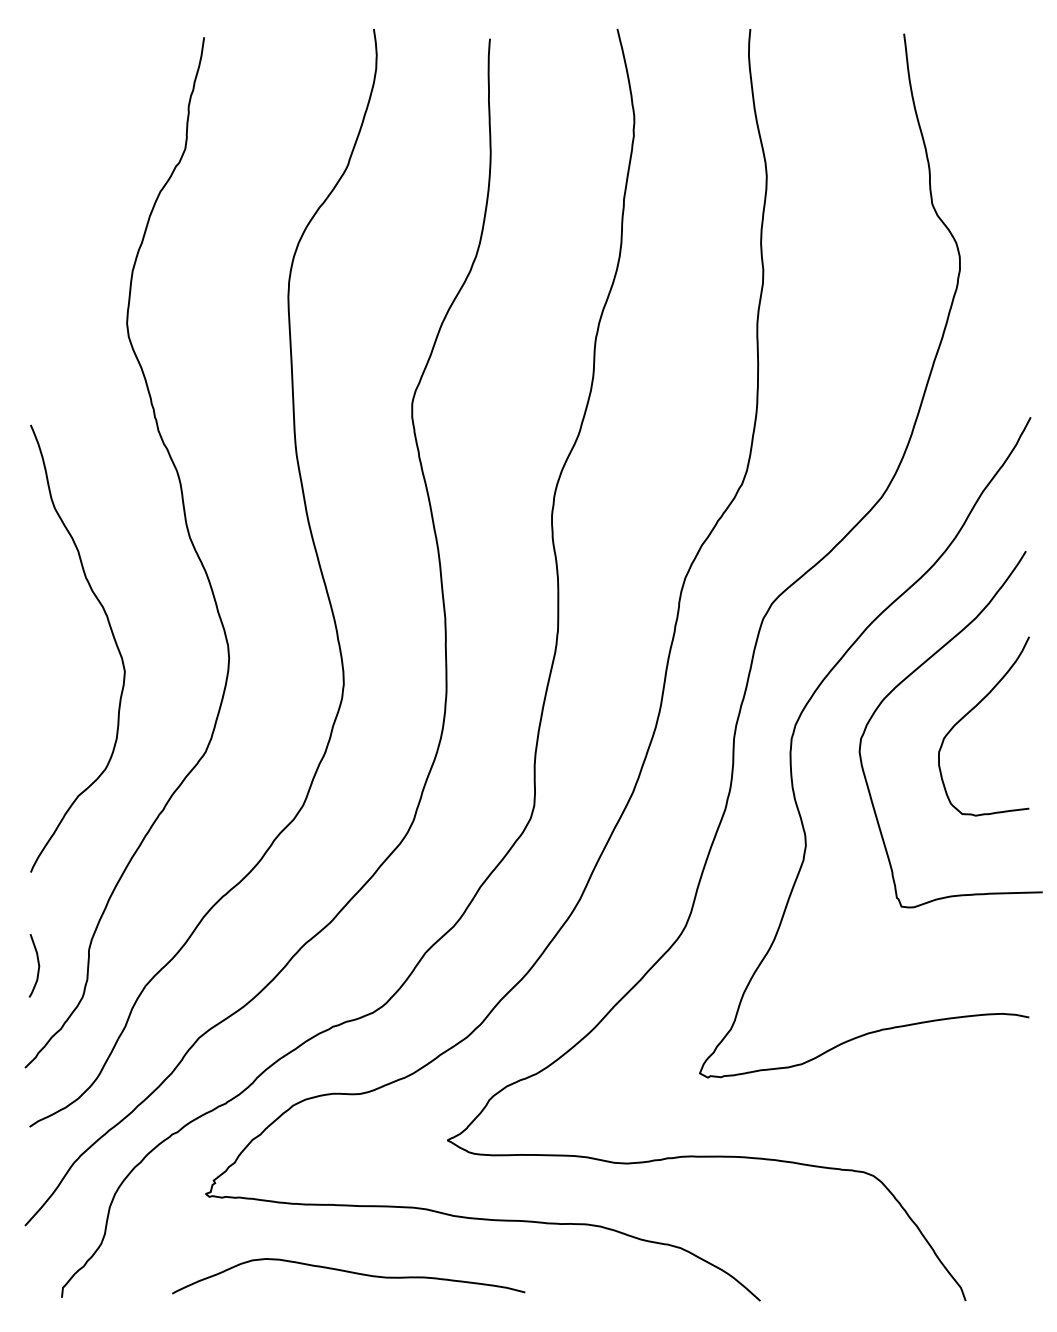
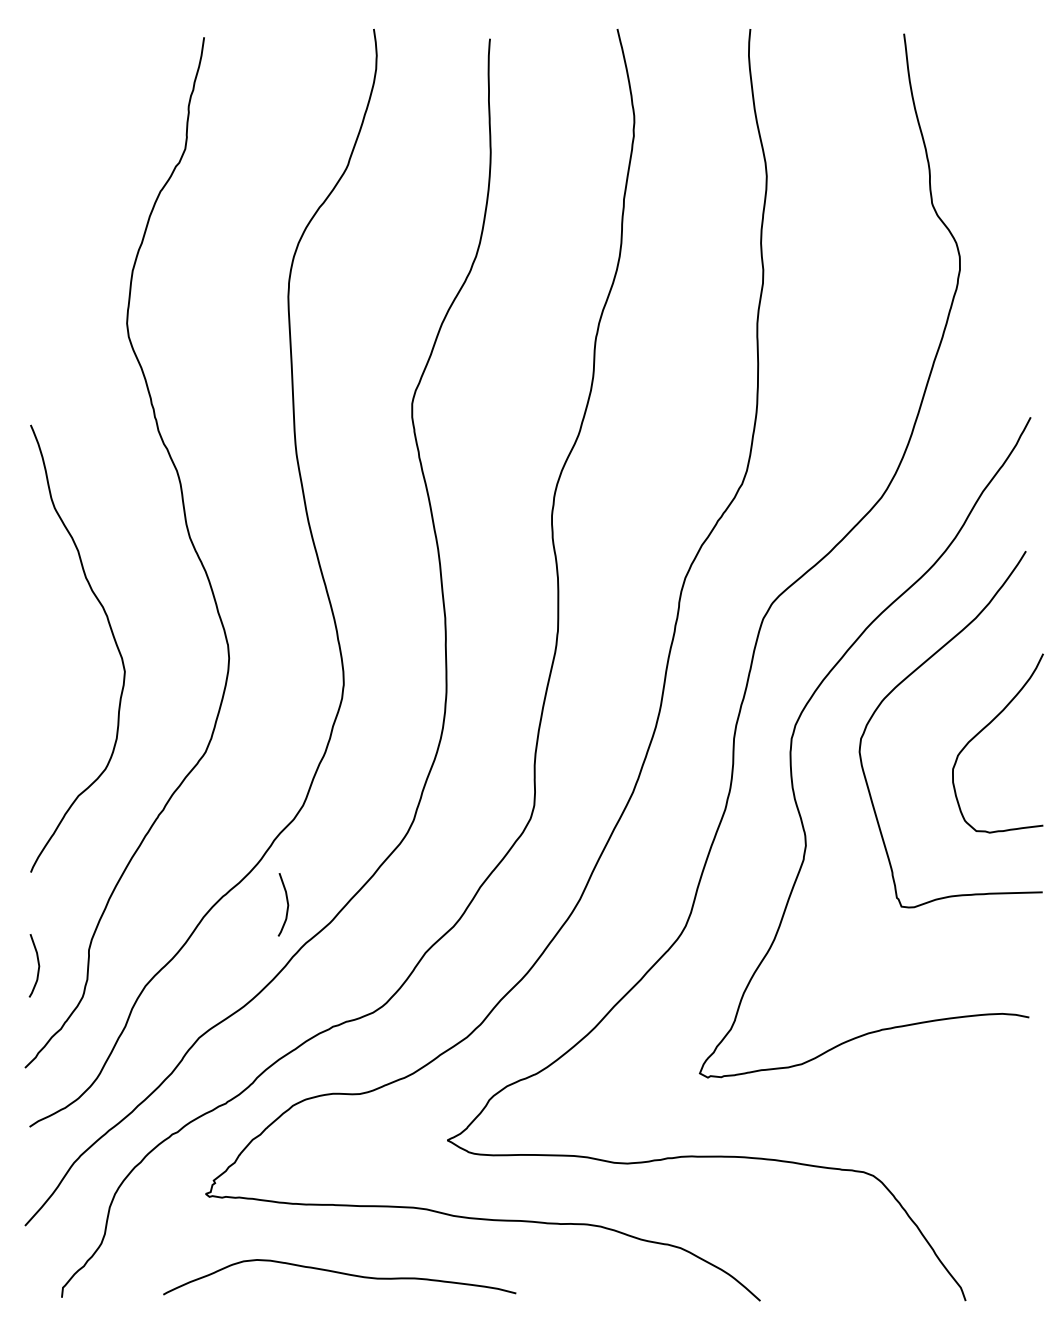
curve at (970, 712) position: (970, 712) -> (984, 729)
curve at (286, 902): none -> present
curve at (350, 1273) position: (350, 1273) -> (341, 1274)
